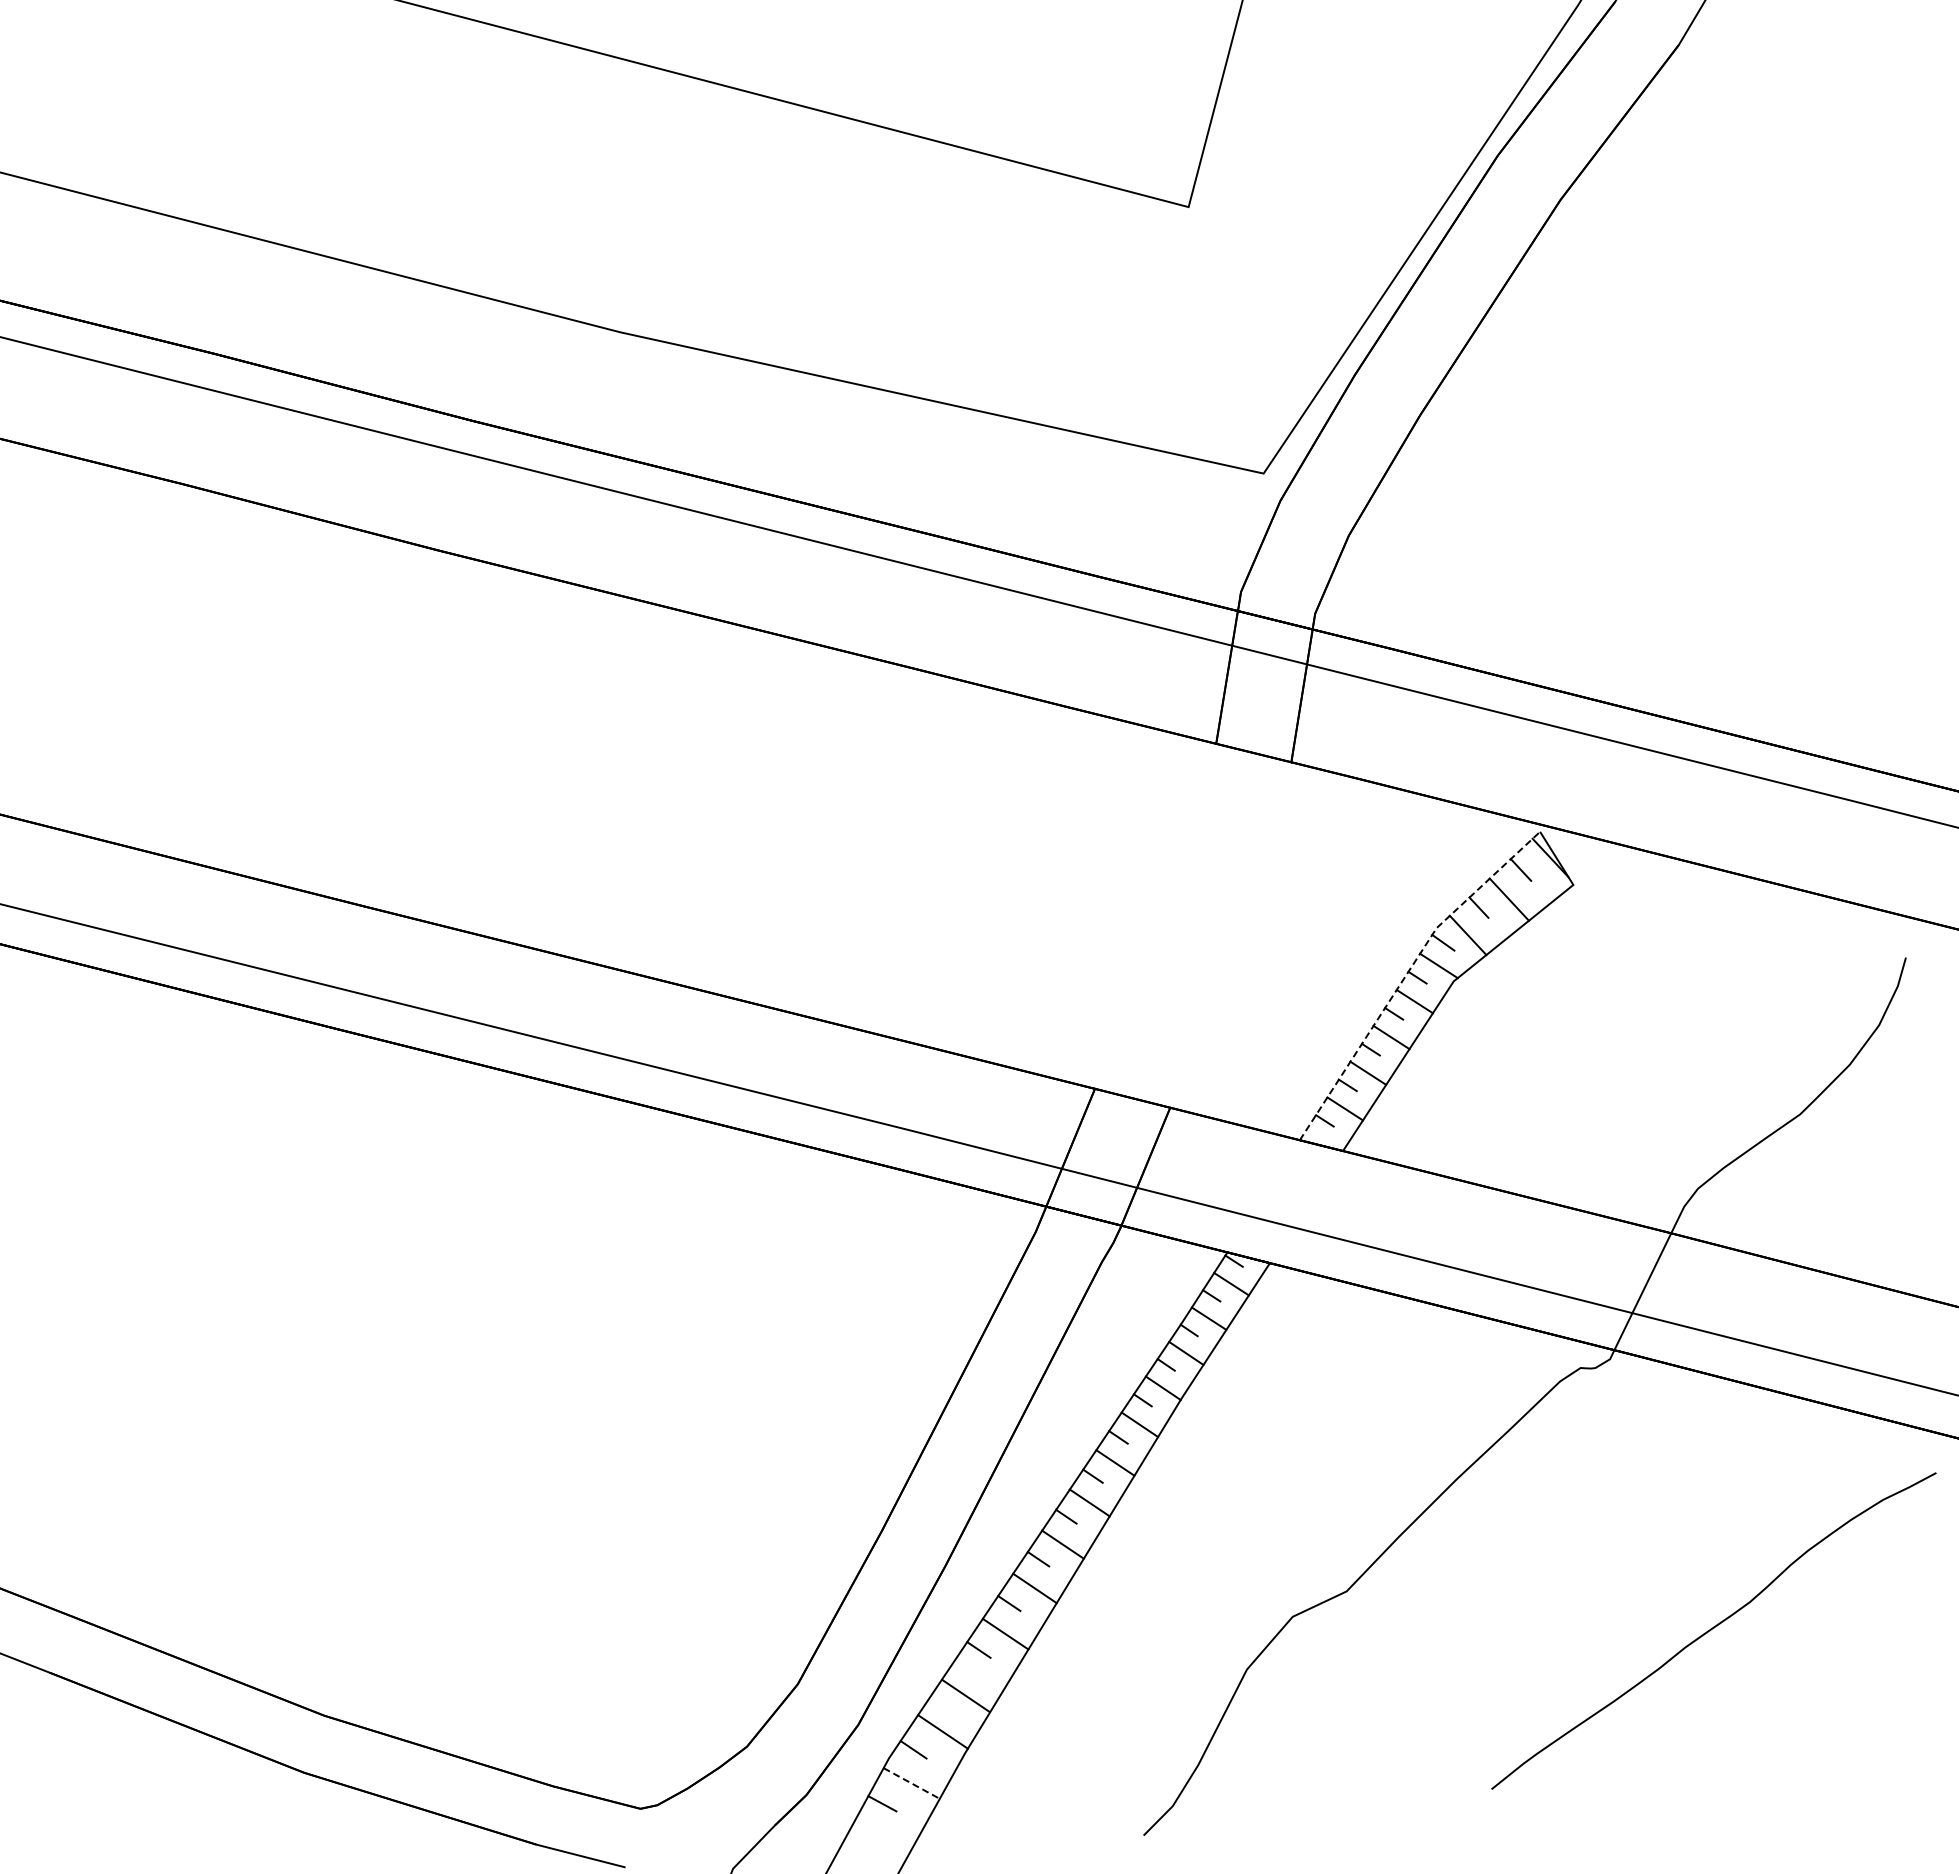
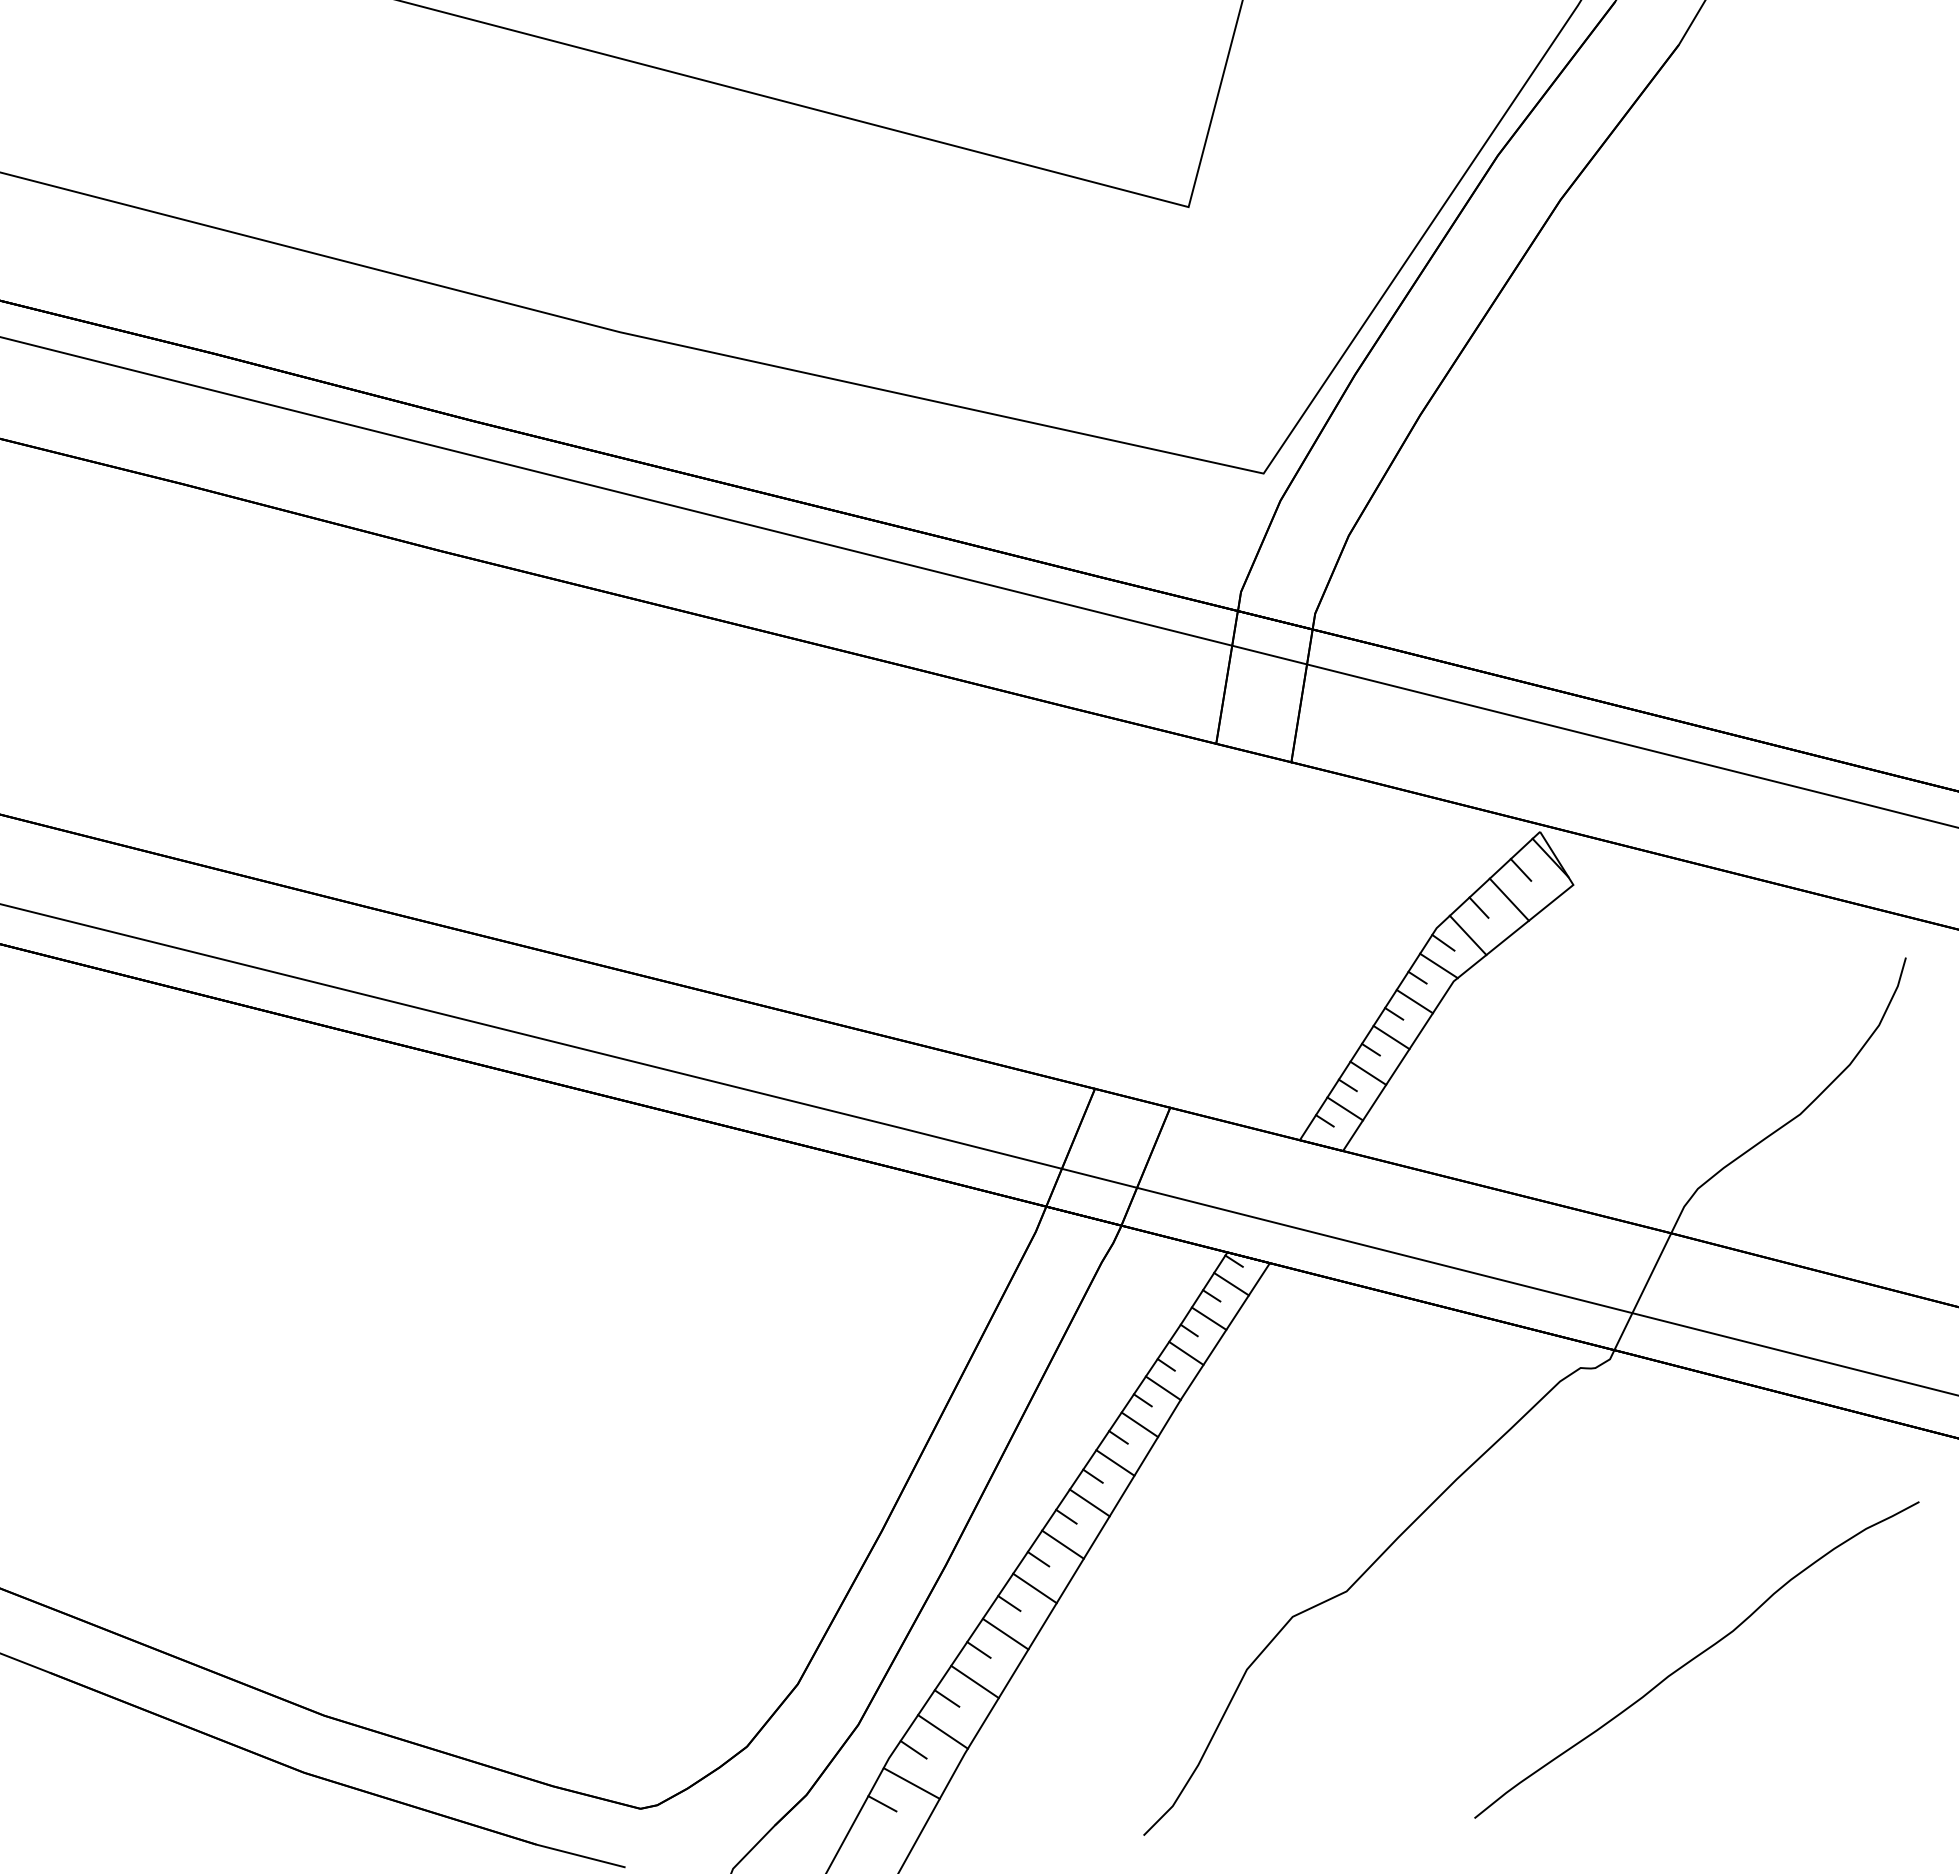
line at (1406, 974): dashed -> solid
curve at (1712, 1629) position: (1712, 1629) -> (1695, 1658)
line at (965, 1695) position: (965, 1695) -> (974, 1681)
line at (946, 1698): none -> present
line at (911, 1783): dashed -> solid
